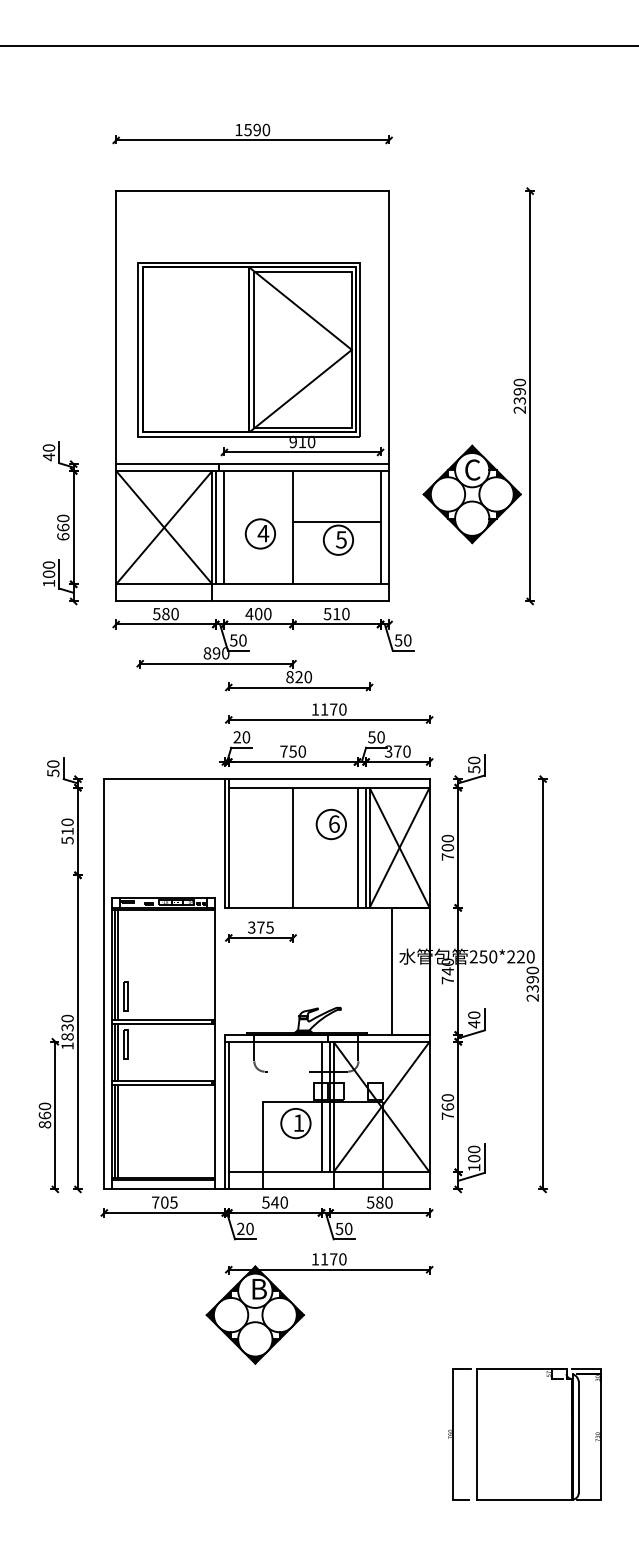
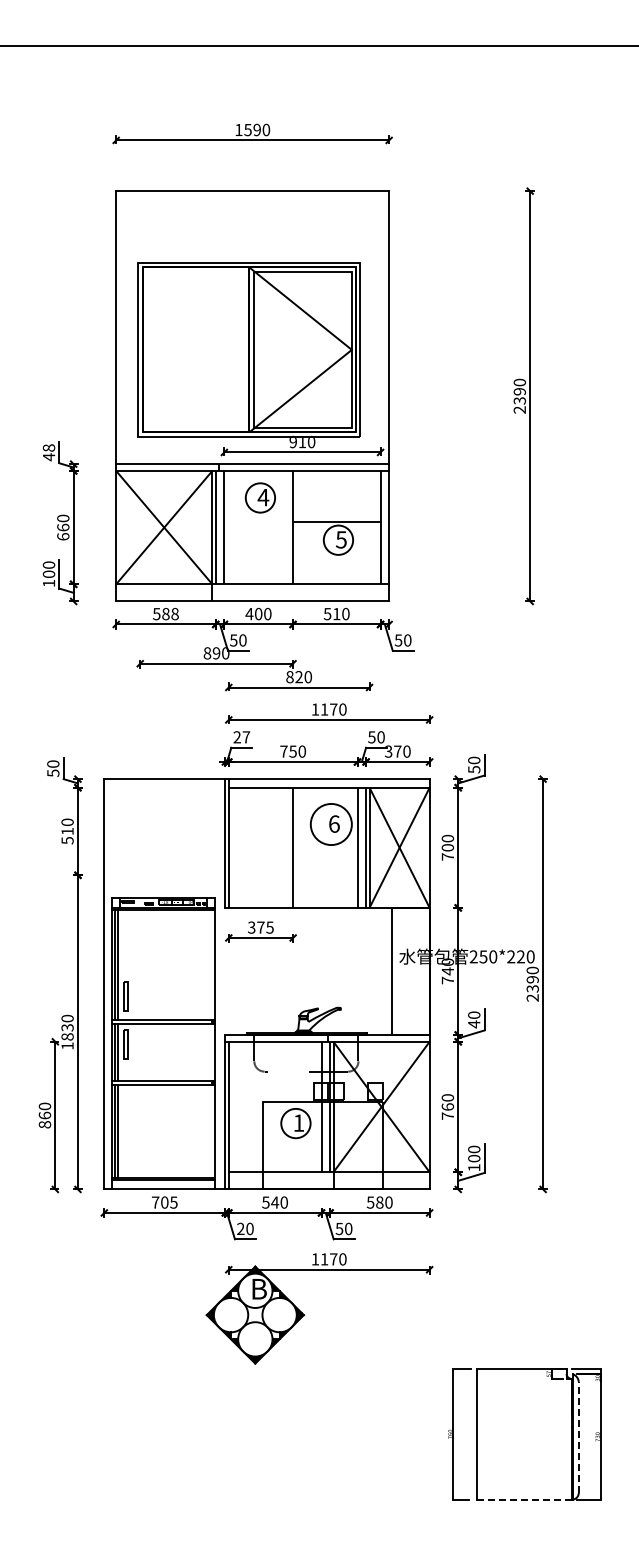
text at (48, 447): 40 -> 48
part at (471, 494): present -> none
part at (259, 533) position: (259, 533) -> (259, 497)
text at (174, 613): 580 -> 588
text at (246, 737): 20 -> 27
circle at (331, 824) diameter: 29 px -> 41 px
line at (578, 1437): solid -> dashed
line at (523, 1499): solid -> dashed
